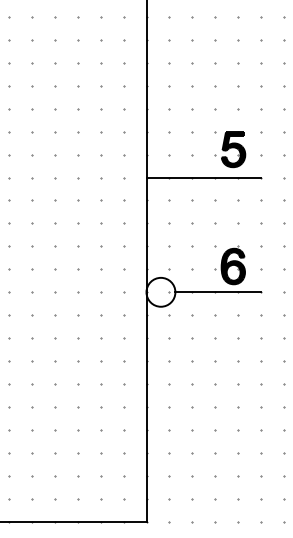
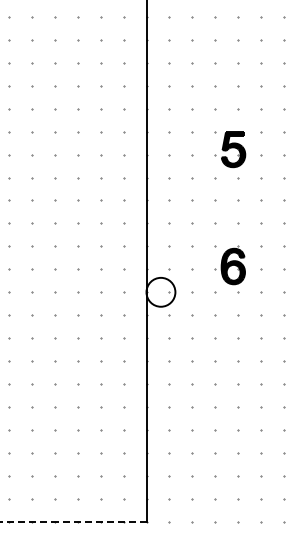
line at (203, 177): present -> none
line at (218, 292): present -> none
line at (73, 521): solid -> dashed
